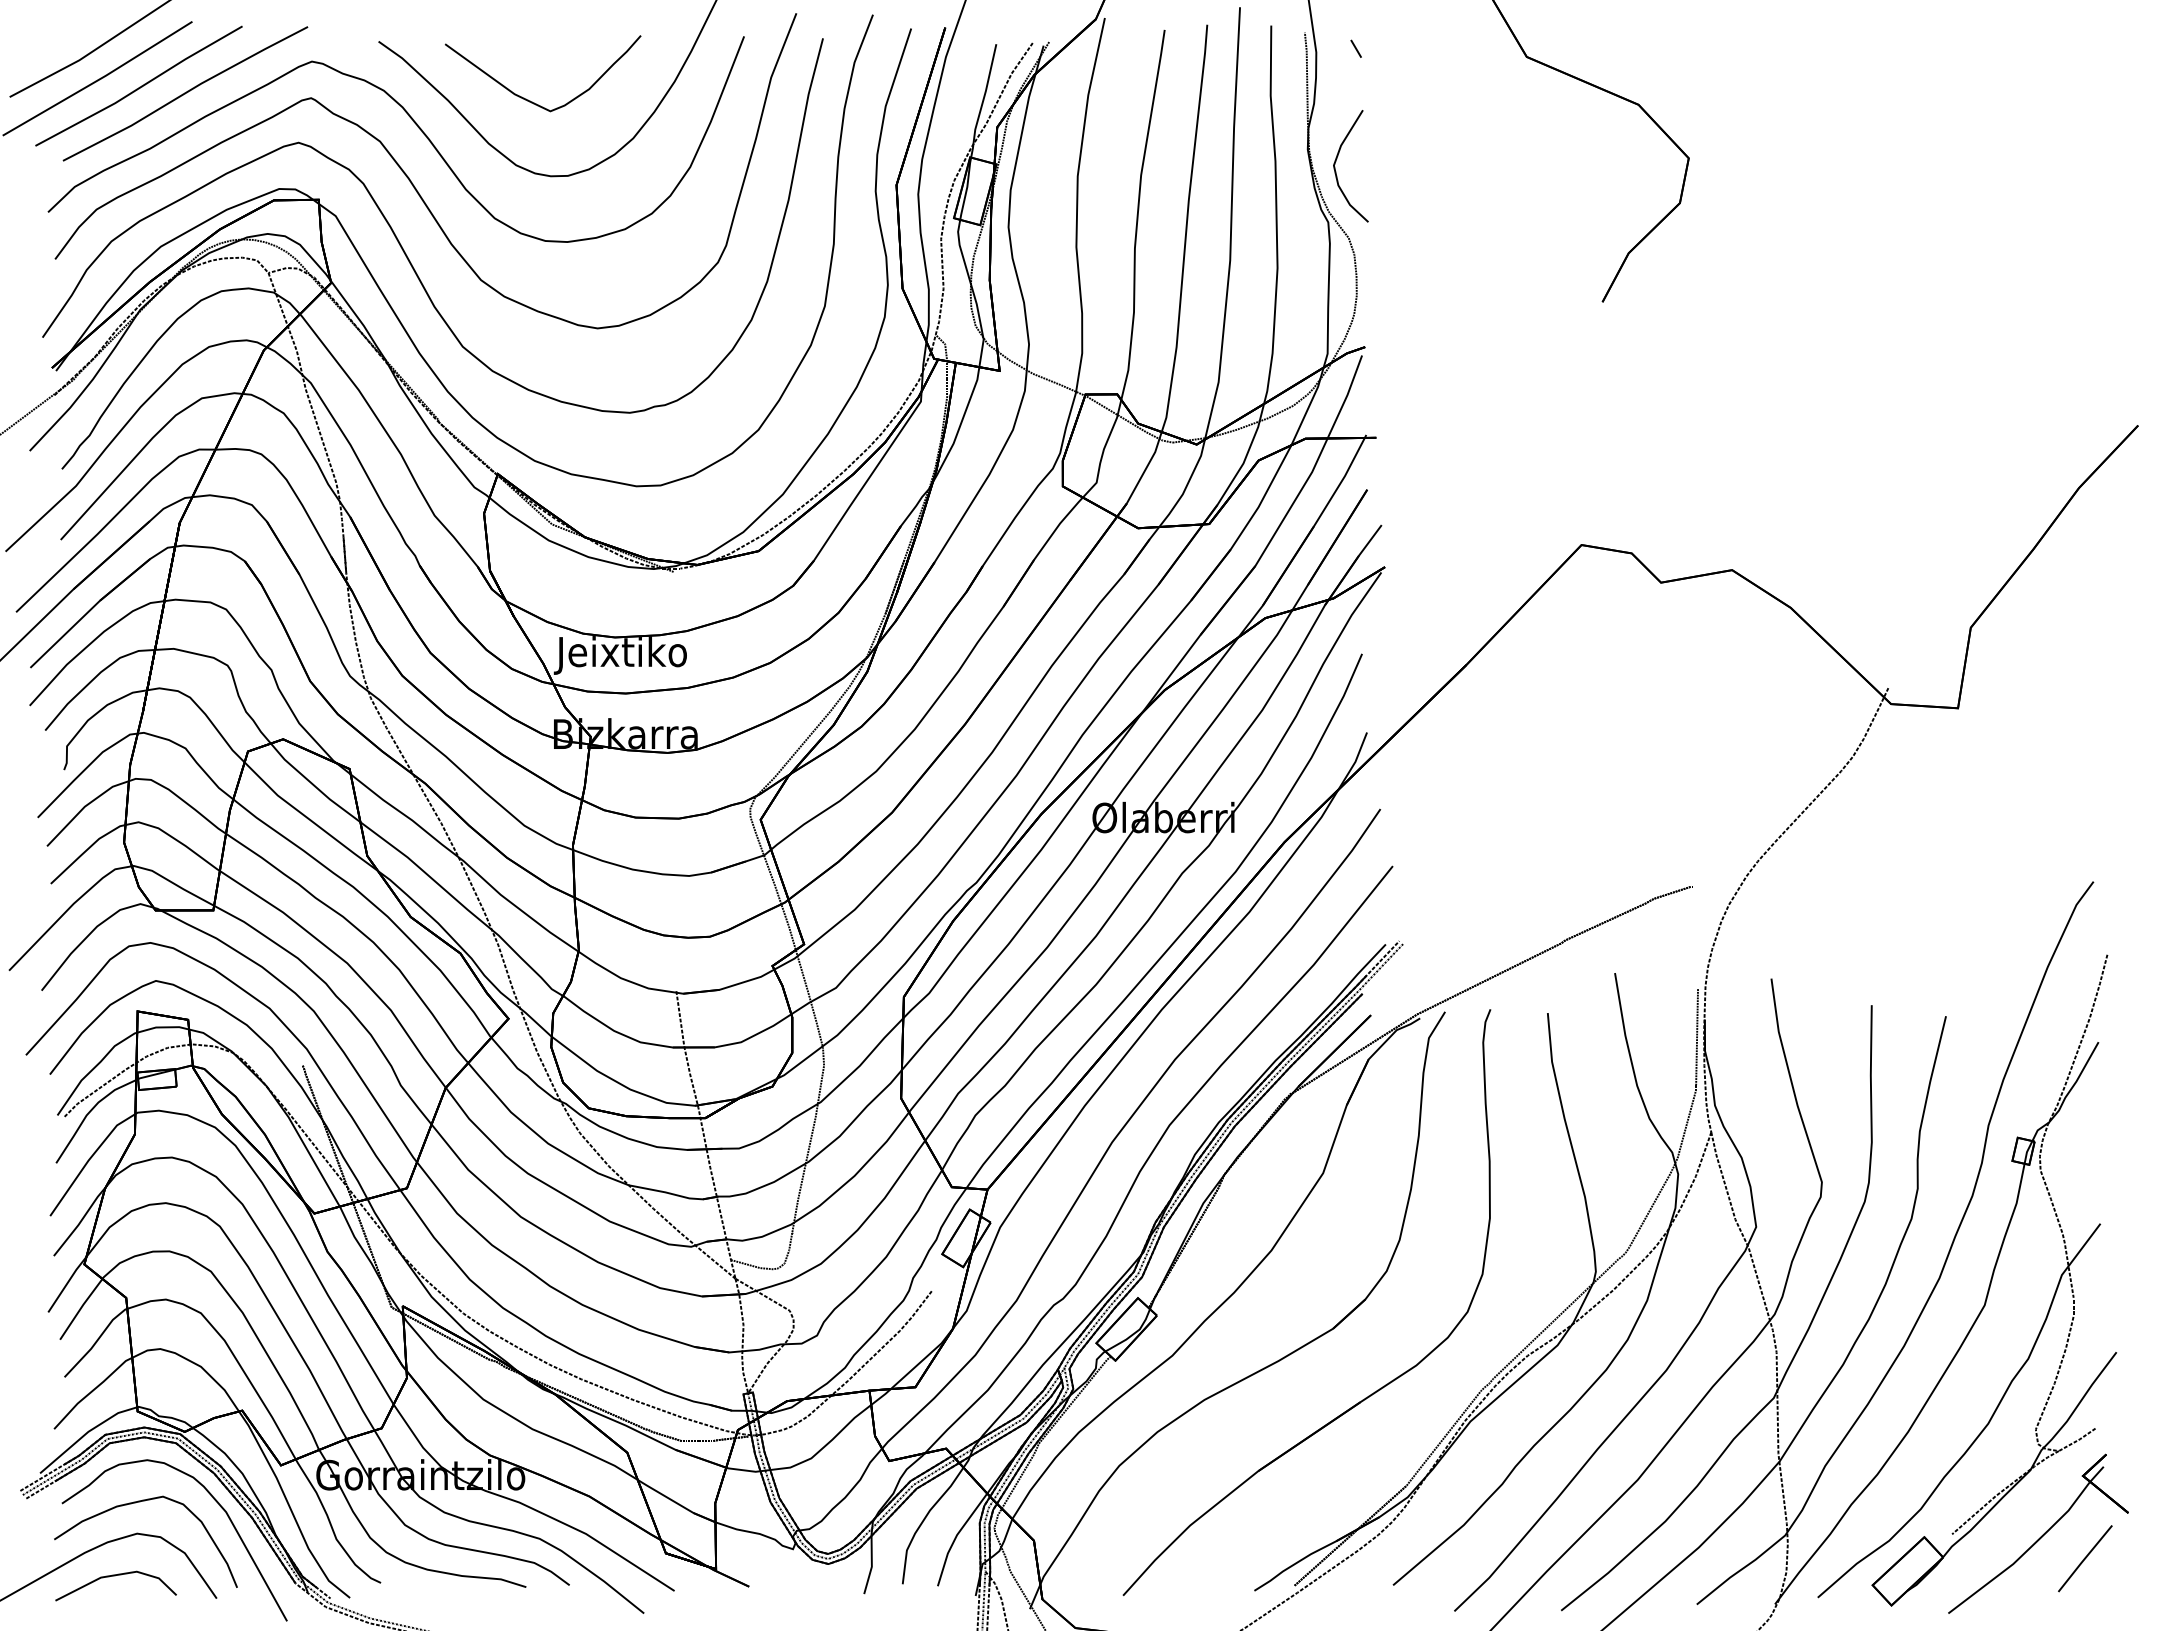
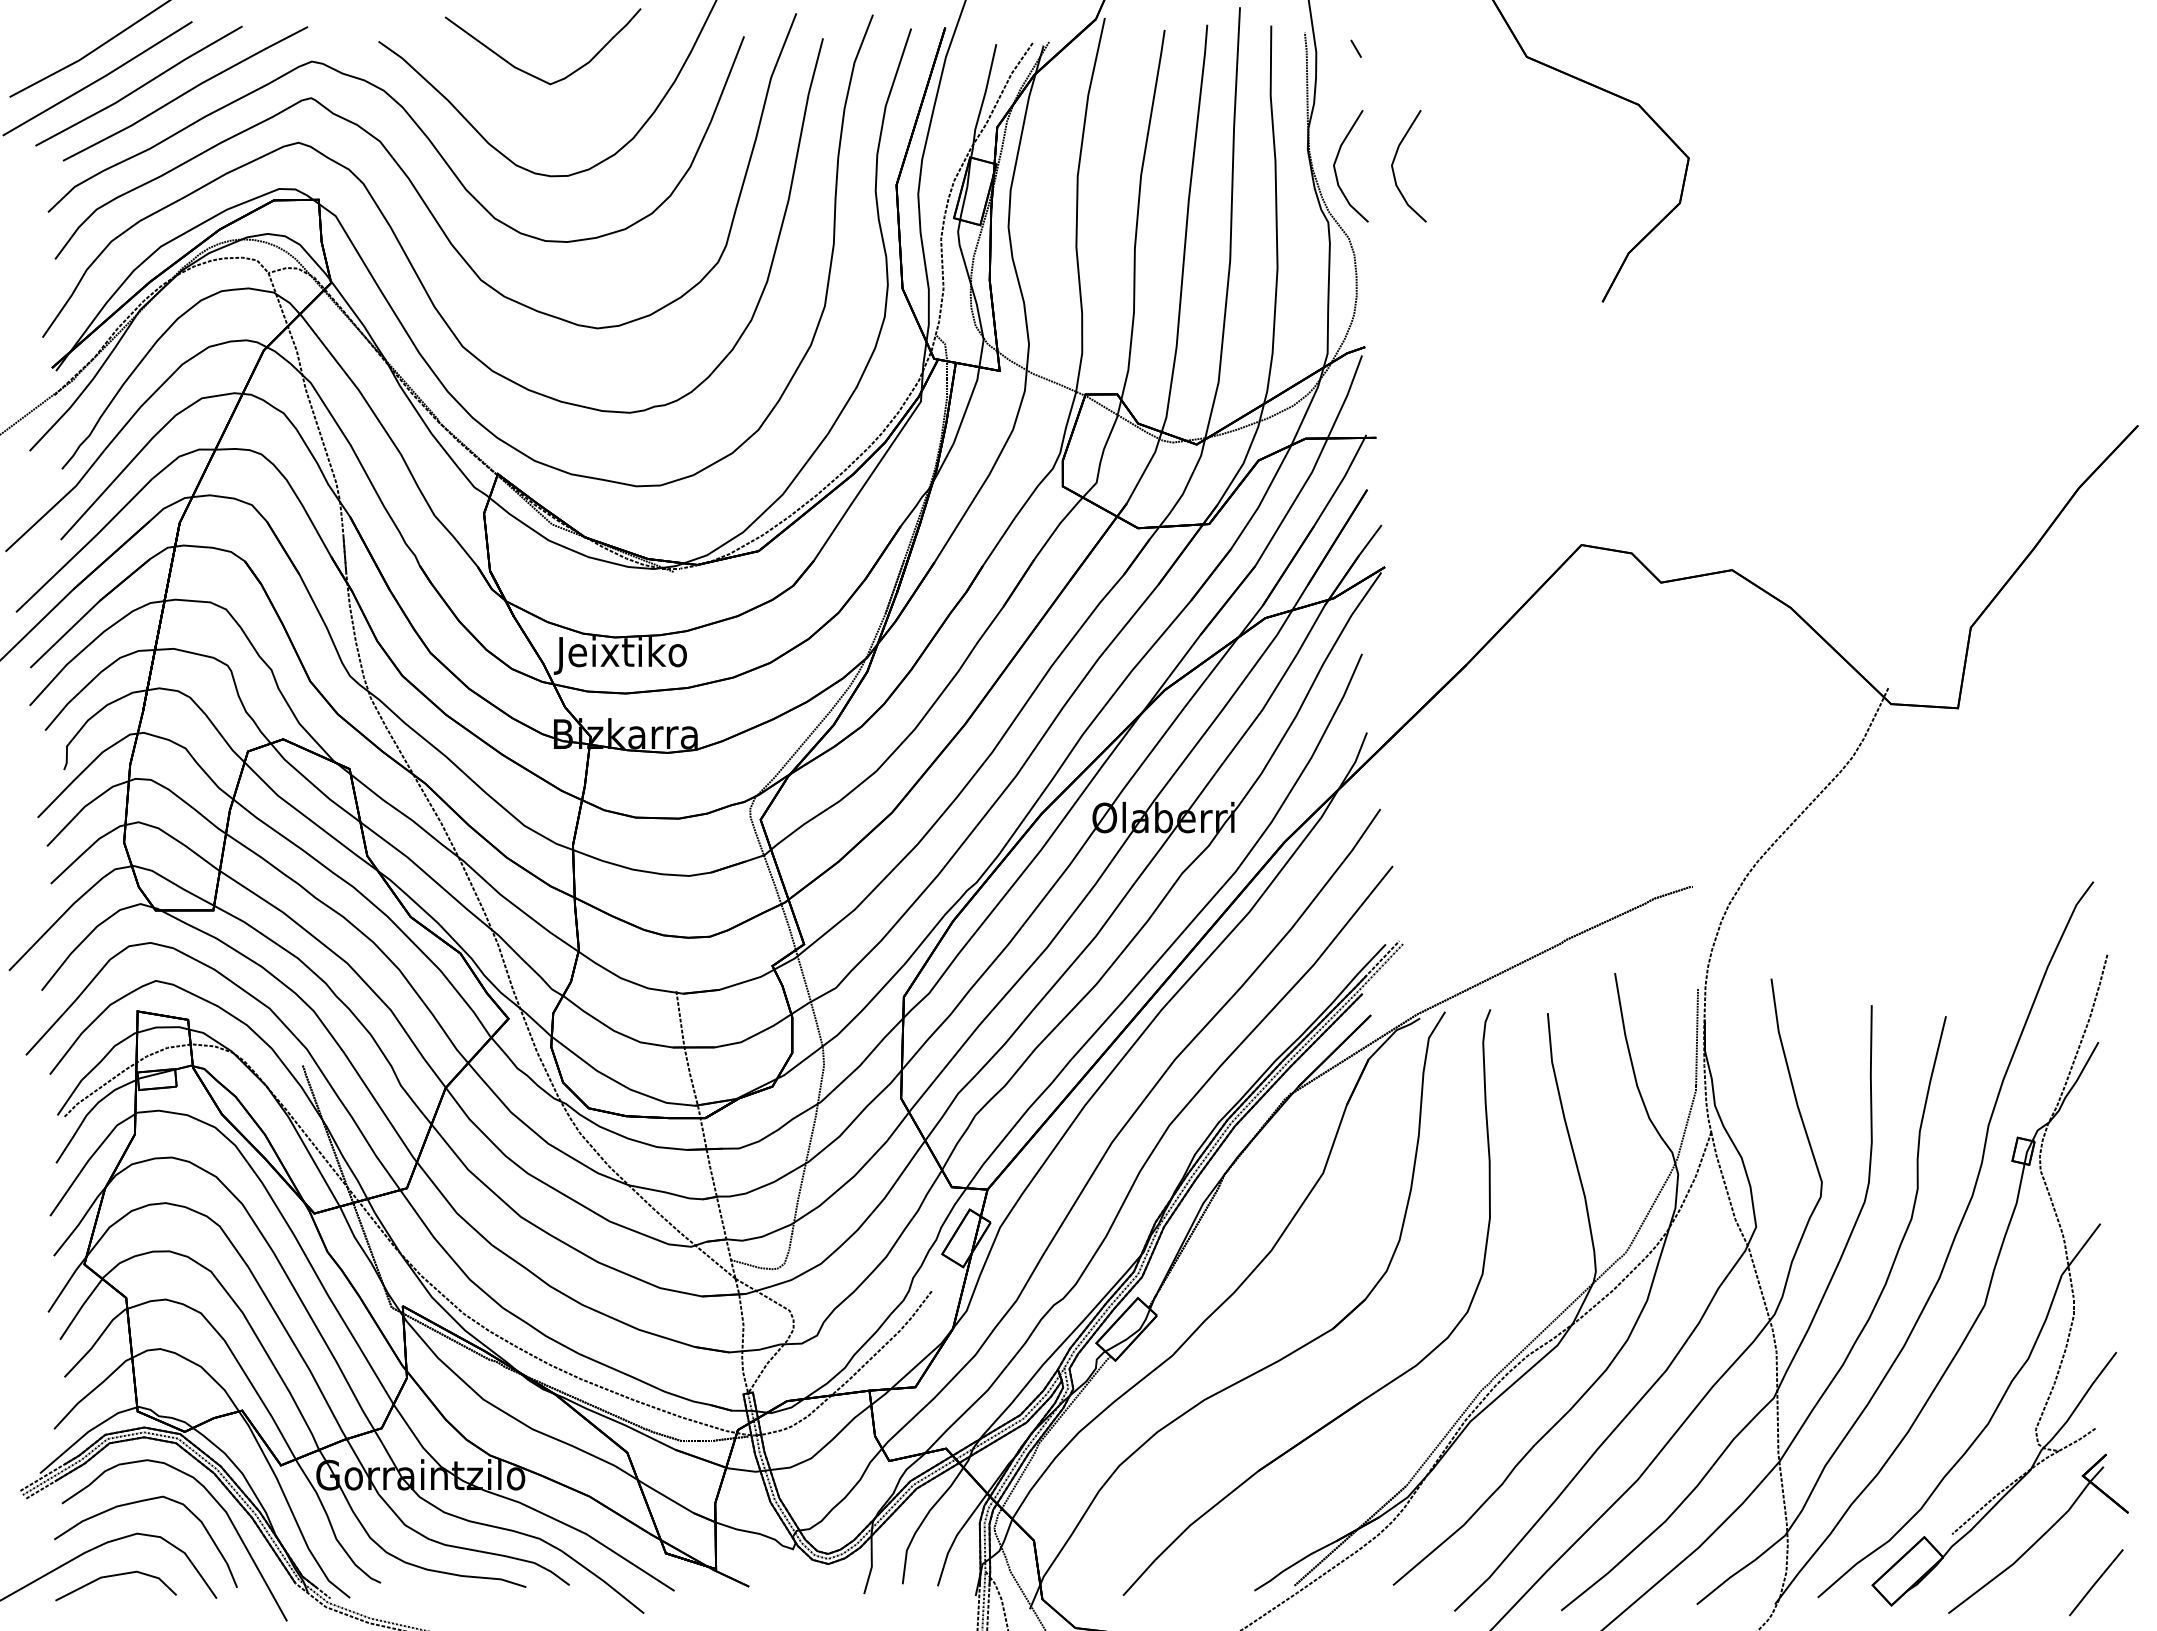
curve at (528, 99) position: (528, 99) -> (528, 72)
curve at (1394, 161): none -> present
line at (2085, 1558) position: (2085, 1558) -> (2096, 1582)
